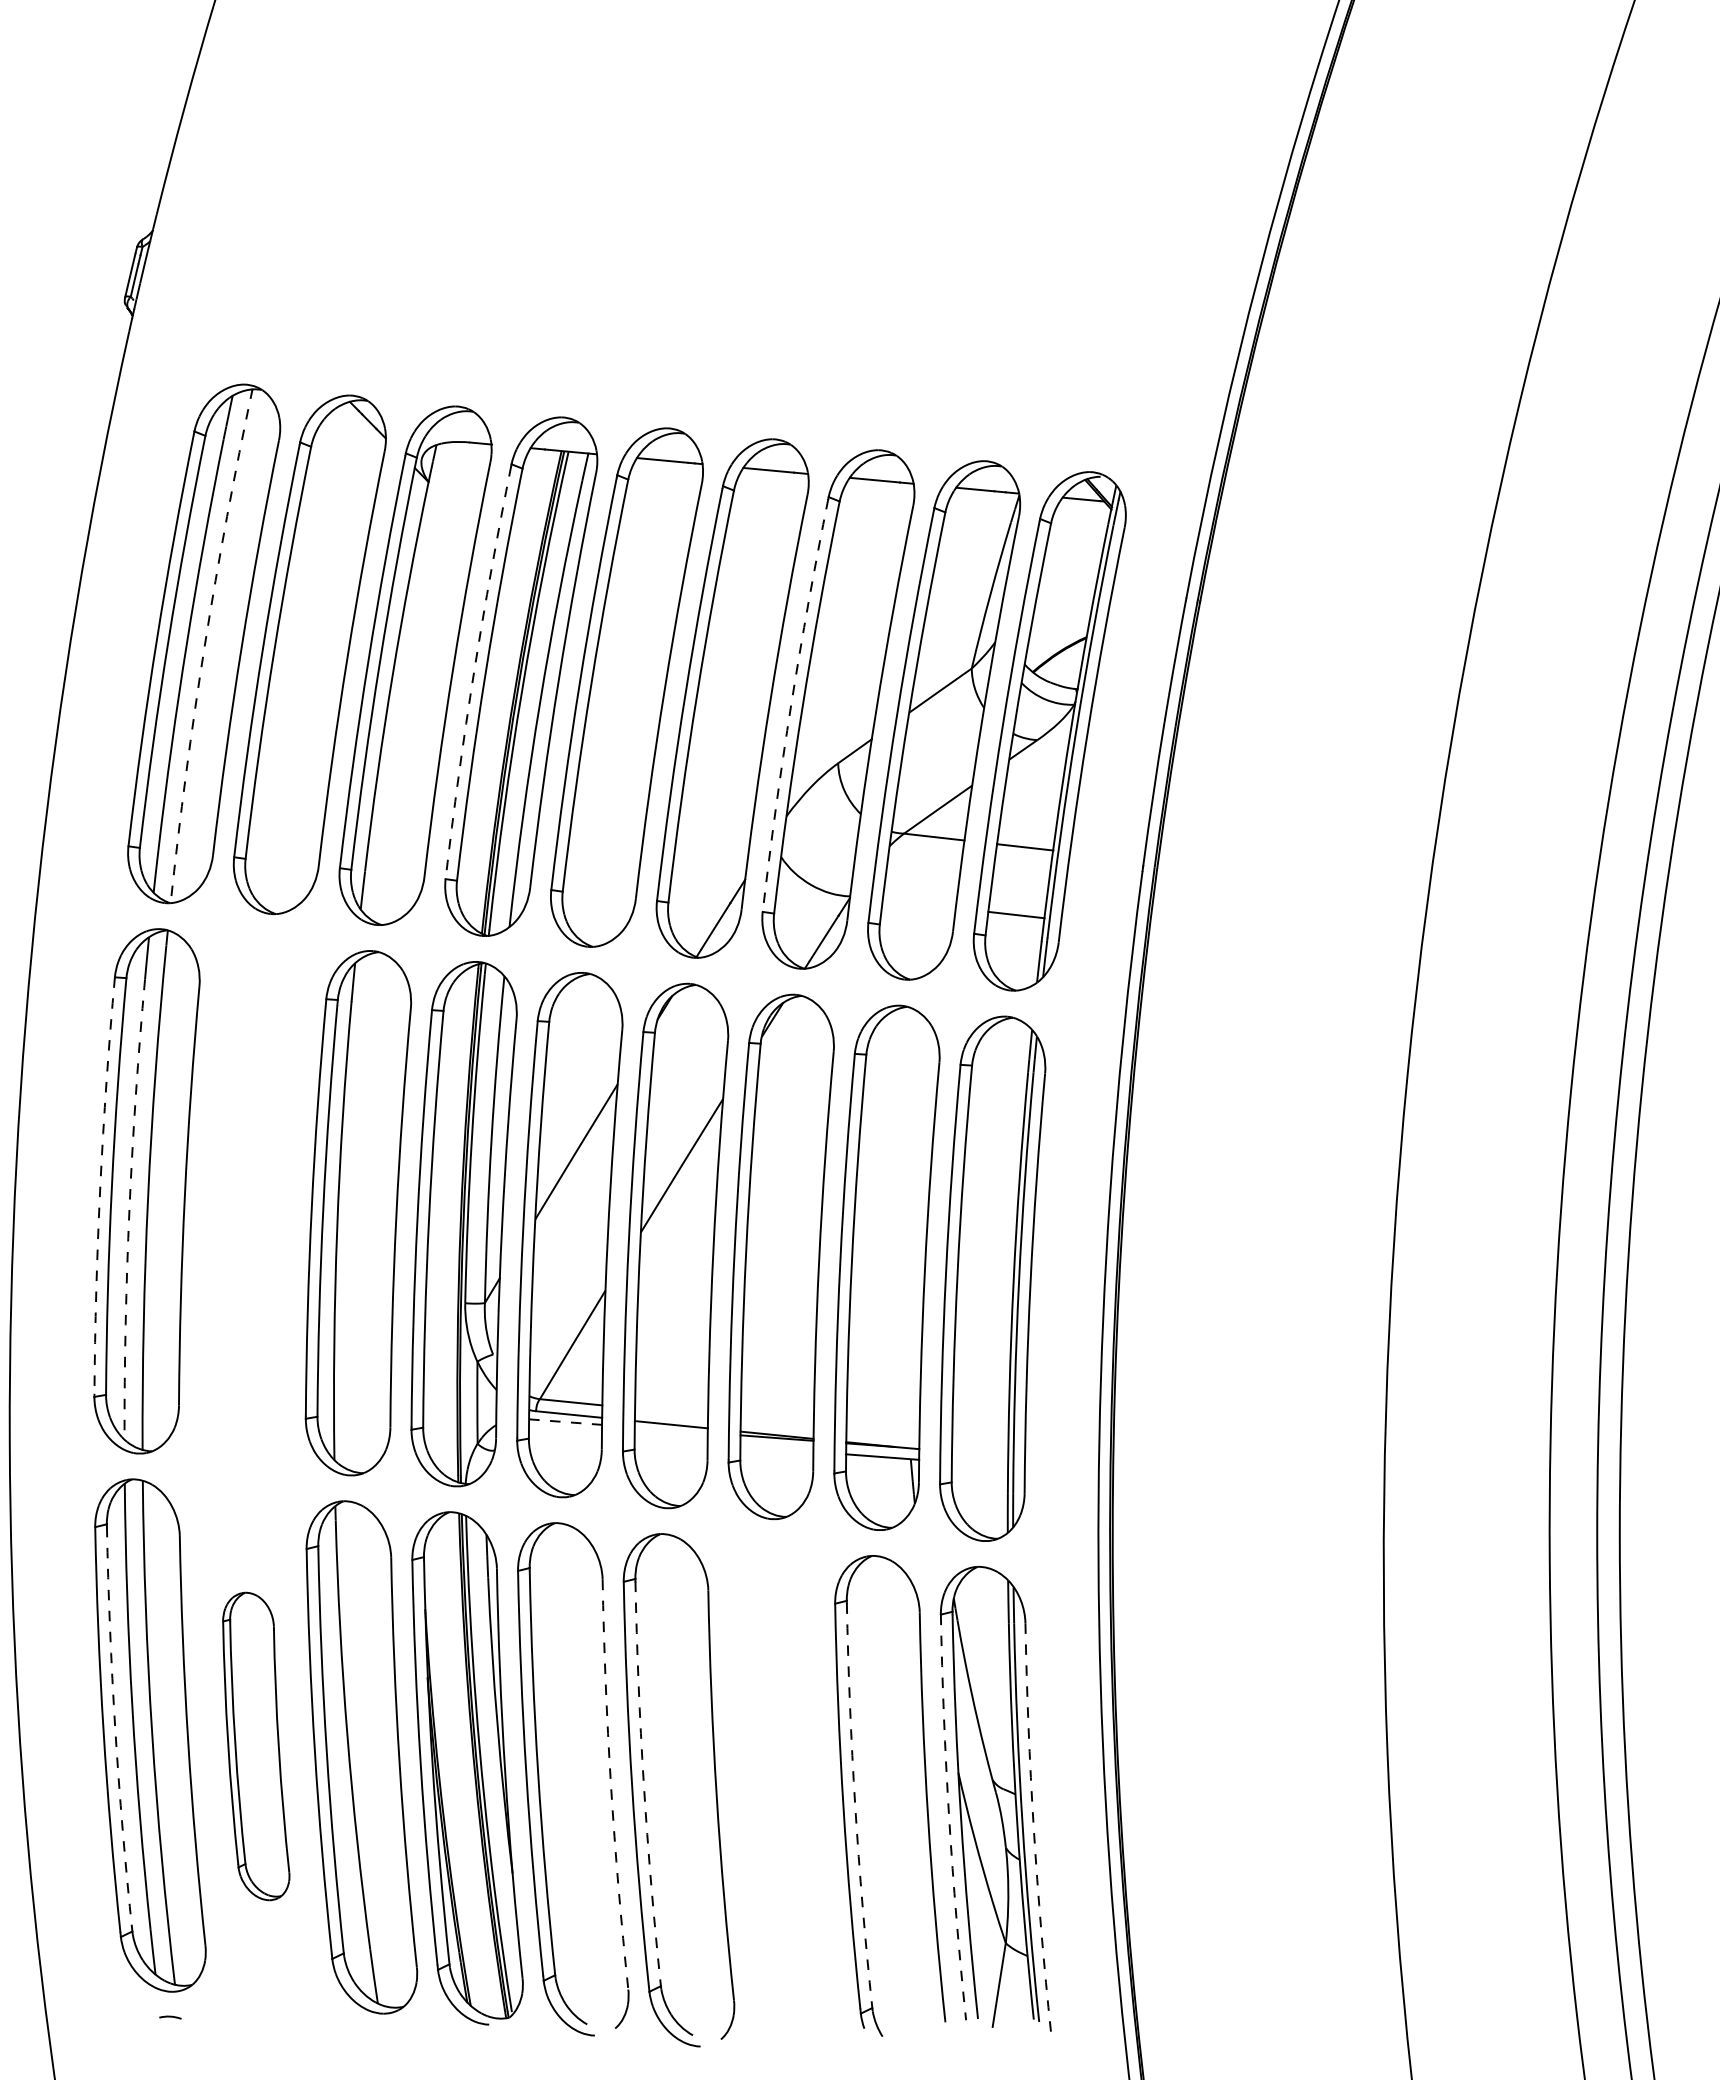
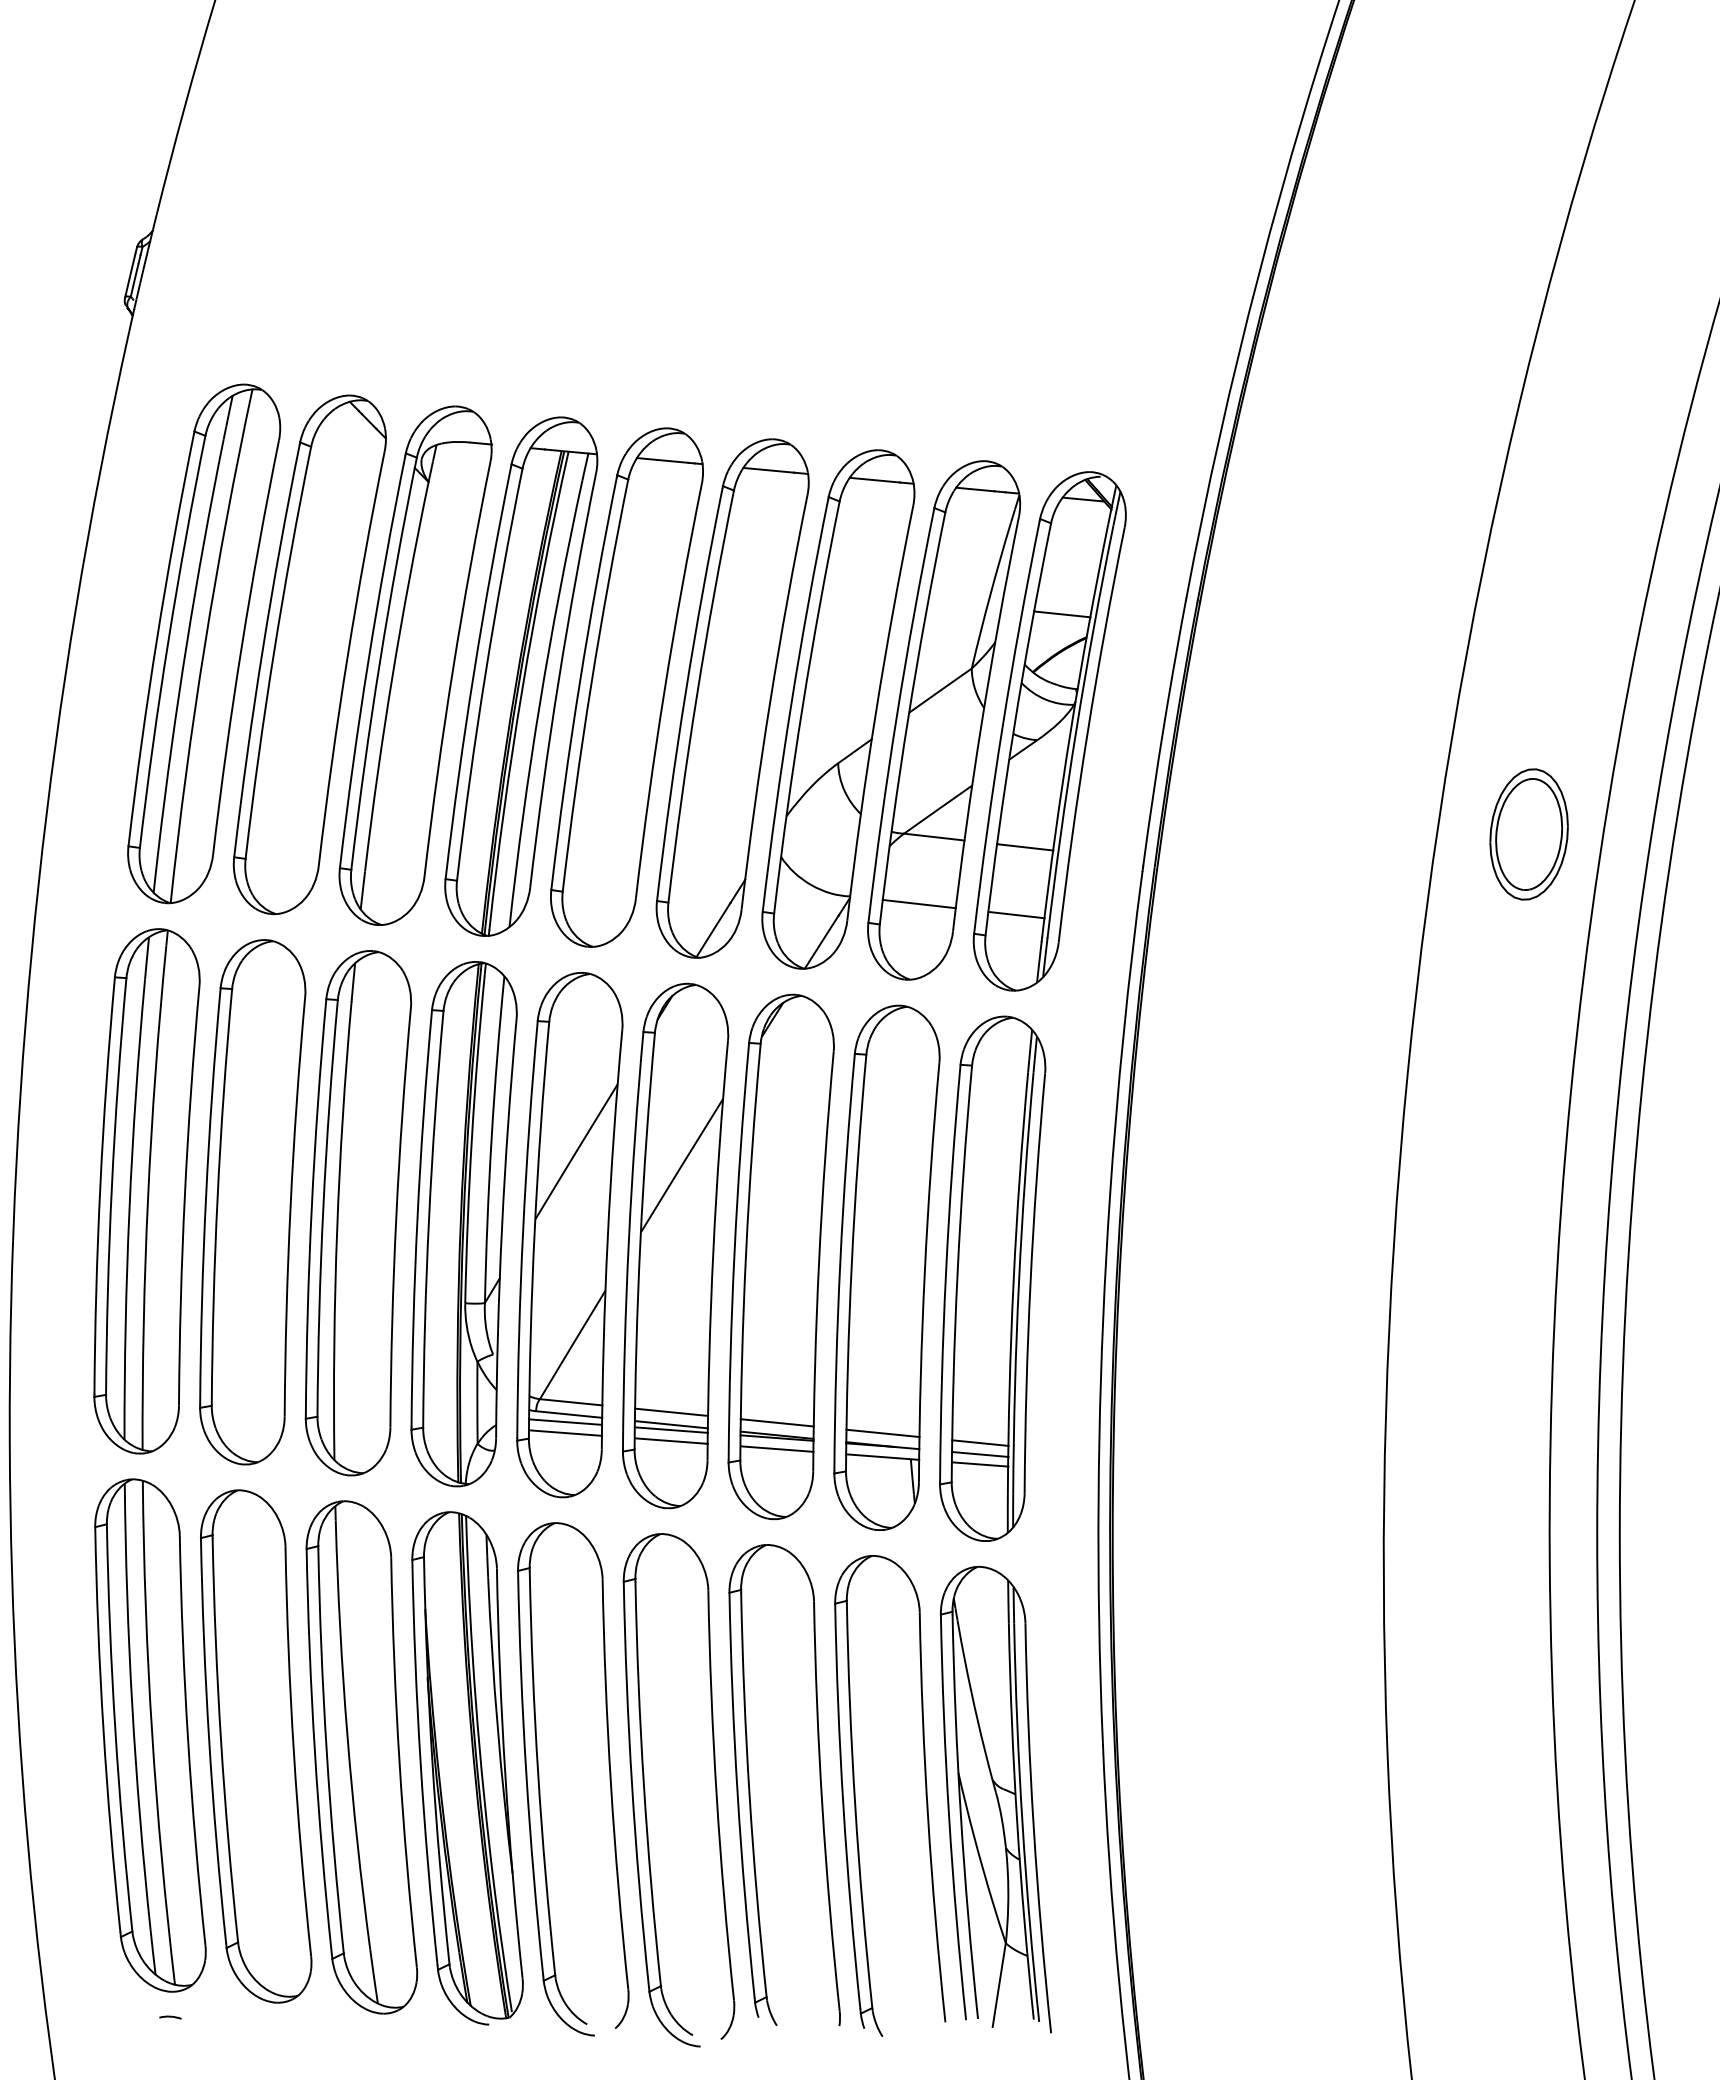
line at (1062, 614): none -> present
arc at (204, 645): dashed -> solid
arc at (474, 671): dashed -> solid
arc at (791, 704): dashed -> solid
part at (1528, 834): none -> present
line at (918, 903): none -> present
arc at (100, 1185): dashed -> solid
part at (252, 1202): none -> present
arc at (129, 1209): dashed -> solid
line at (671, 1411): none -> present
line at (565, 1422): dashed -> solid
line at (776, 1422): none -> present
line at (670, 1429): none -> present
line at (565, 1432): none -> present
line at (882, 1433): none -> present
line at (671, 1440): none -> present
line at (980, 1442): none -> present
line at (777, 1448): none -> present
line at (980, 1454): none -> present
line at (979, 1464): none -> present
arc at (115, 1729): dashed -> solid
part at (256, 1746) size: 69x311 px -> 113x515 px
arc at (610, 1784): dashed -> solid
arc at (643, 1784): dashed -> solid
part at (750, 1788): none -> present
arc at (855, 1806): dashed -> solid
arc at (949, 1817): dashed -> solid
arc at (1033, 1828): dashed -> solid
